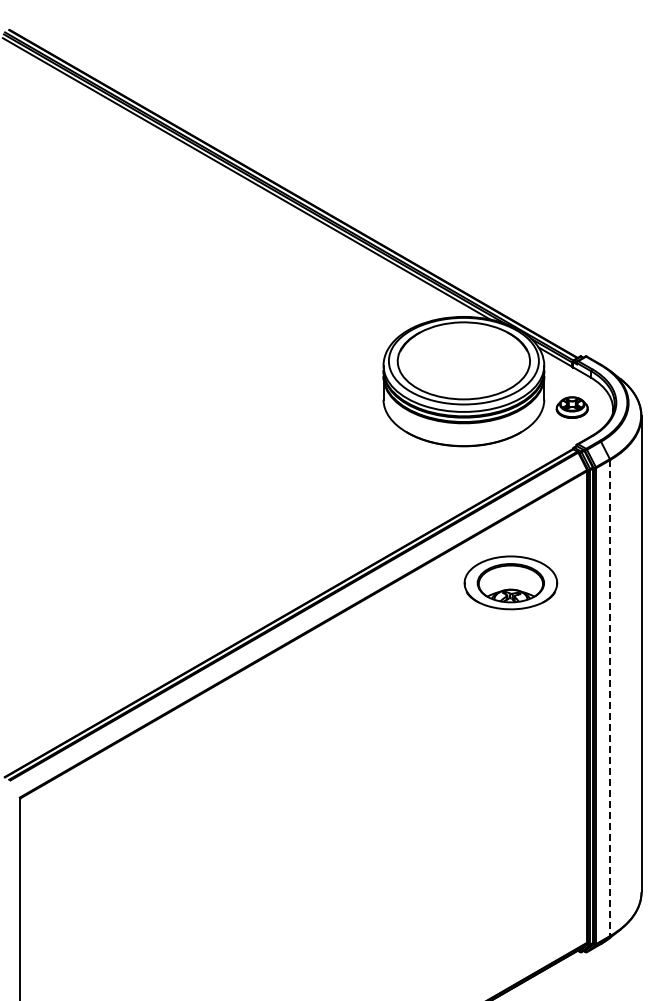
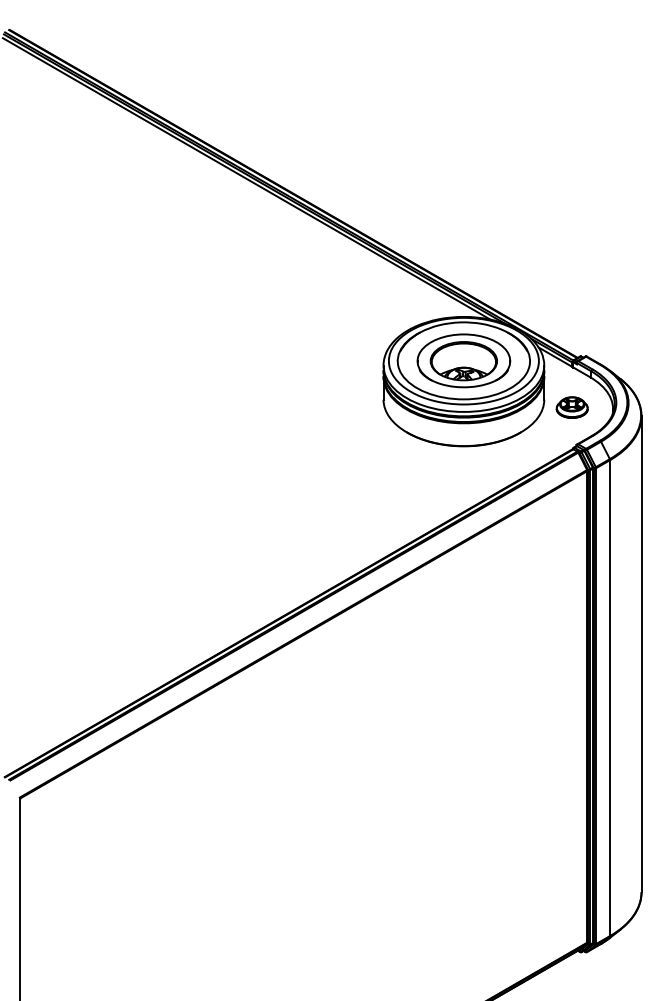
part at (510, 582) position: (510, 582) -> (463, 360)
line at (610, 698): dashed -> solid
